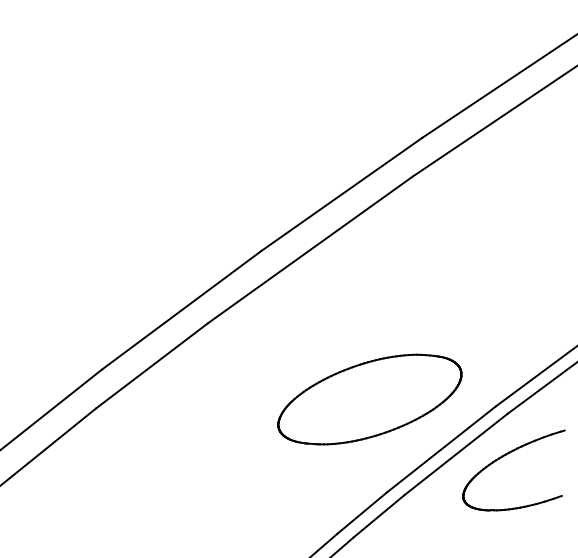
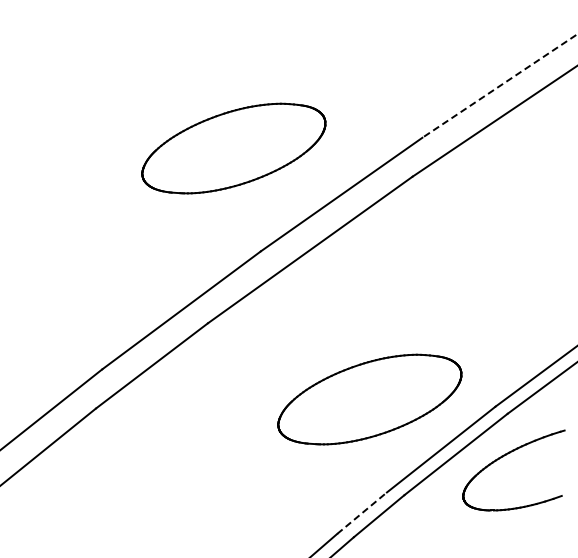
line at (499, 86): solid -> dashed
part at (233, 148): none -> present
line at (362, 512): solid -> dashed
